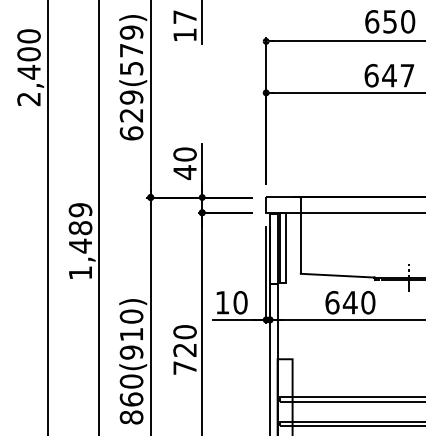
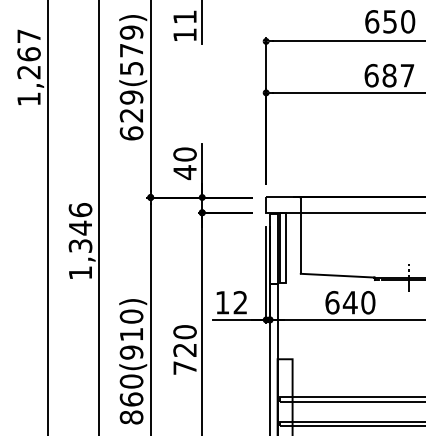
text at (184, 16): 17 -> 11
text at (28, 67): 2,400 -> 1,267
text at (389, 75): 647 -> 687
text at (80, 228): 1,489 -> 1,346
text at (240, 302): 10 -> 12
